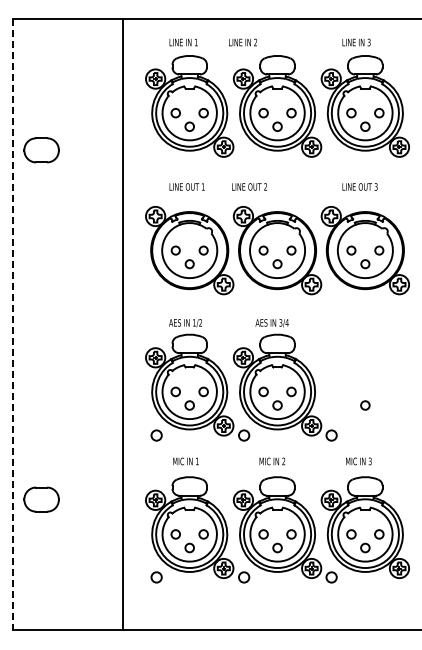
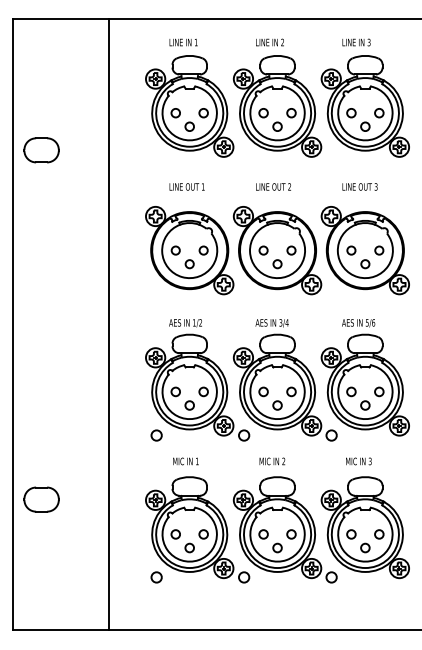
text at (242, 42) position: (242, 42) -> (269, 42)
text at (249, 186) position: (249, 186) -> (273, 186)
line at (12, 324): dashed -> solid
line at (123, 324) position: (123, 324) -> (109, 324)
part at (364, 377): none -> present
